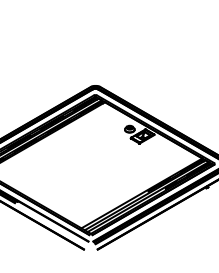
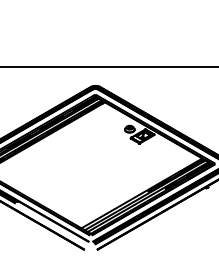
line at (108, 66): none -> present
